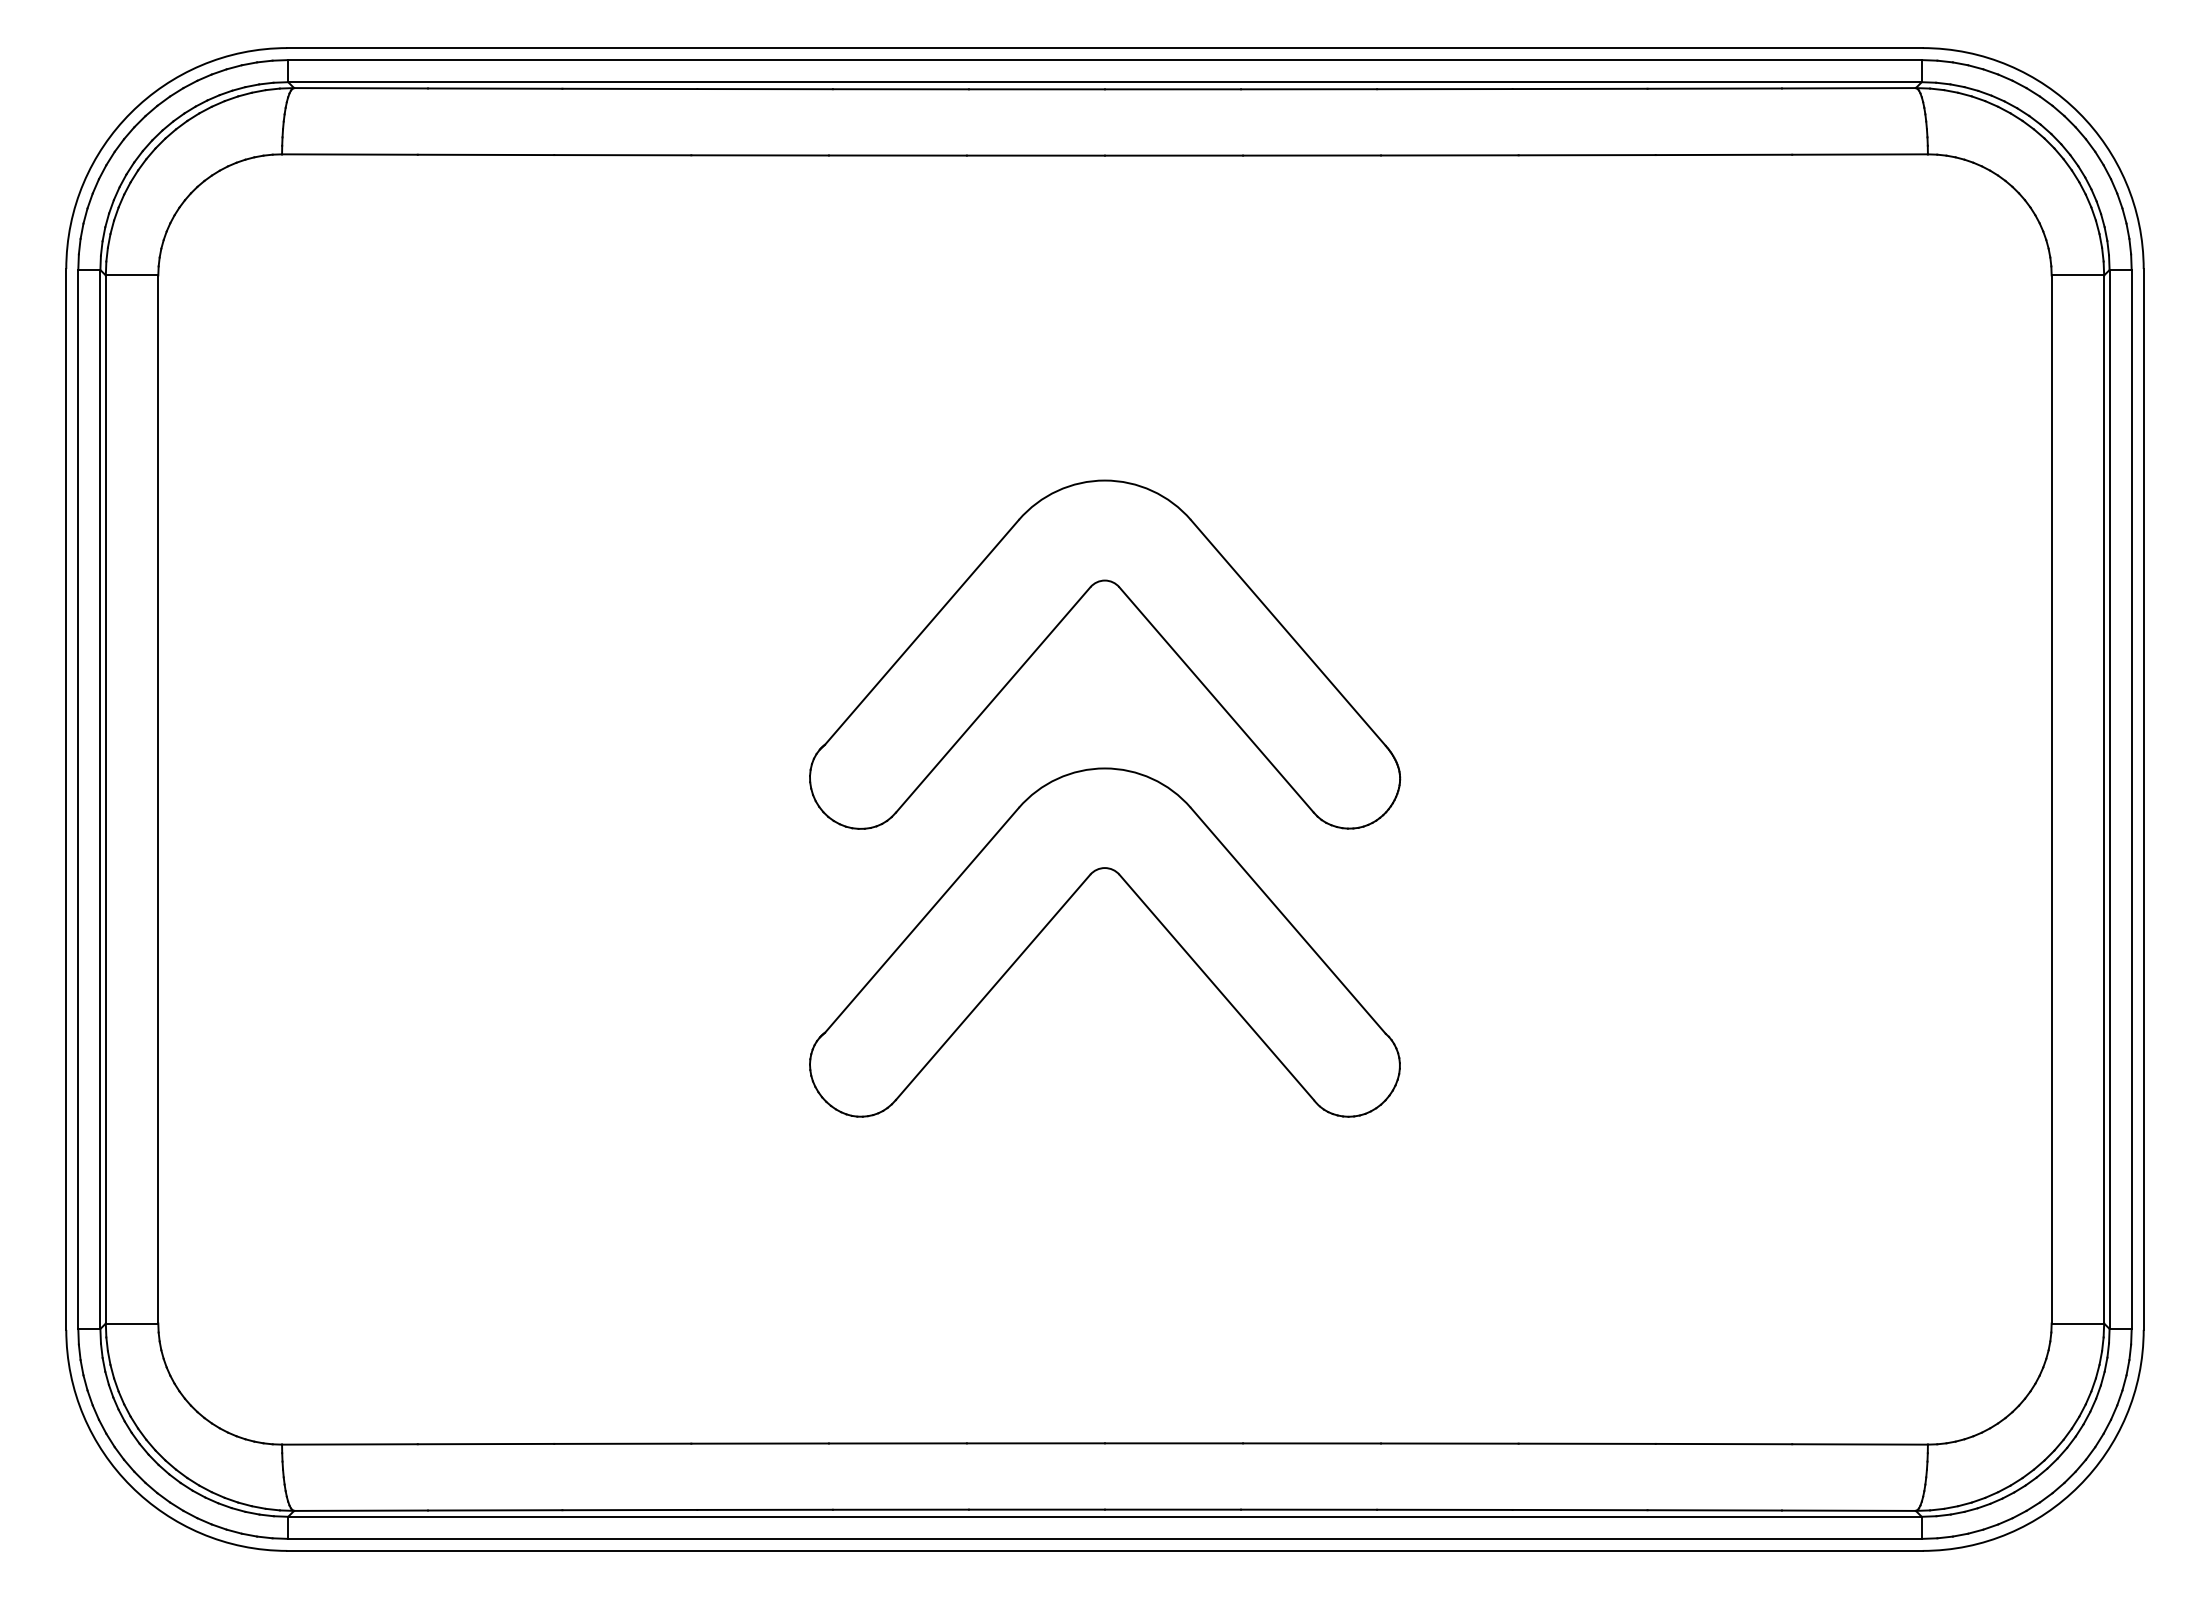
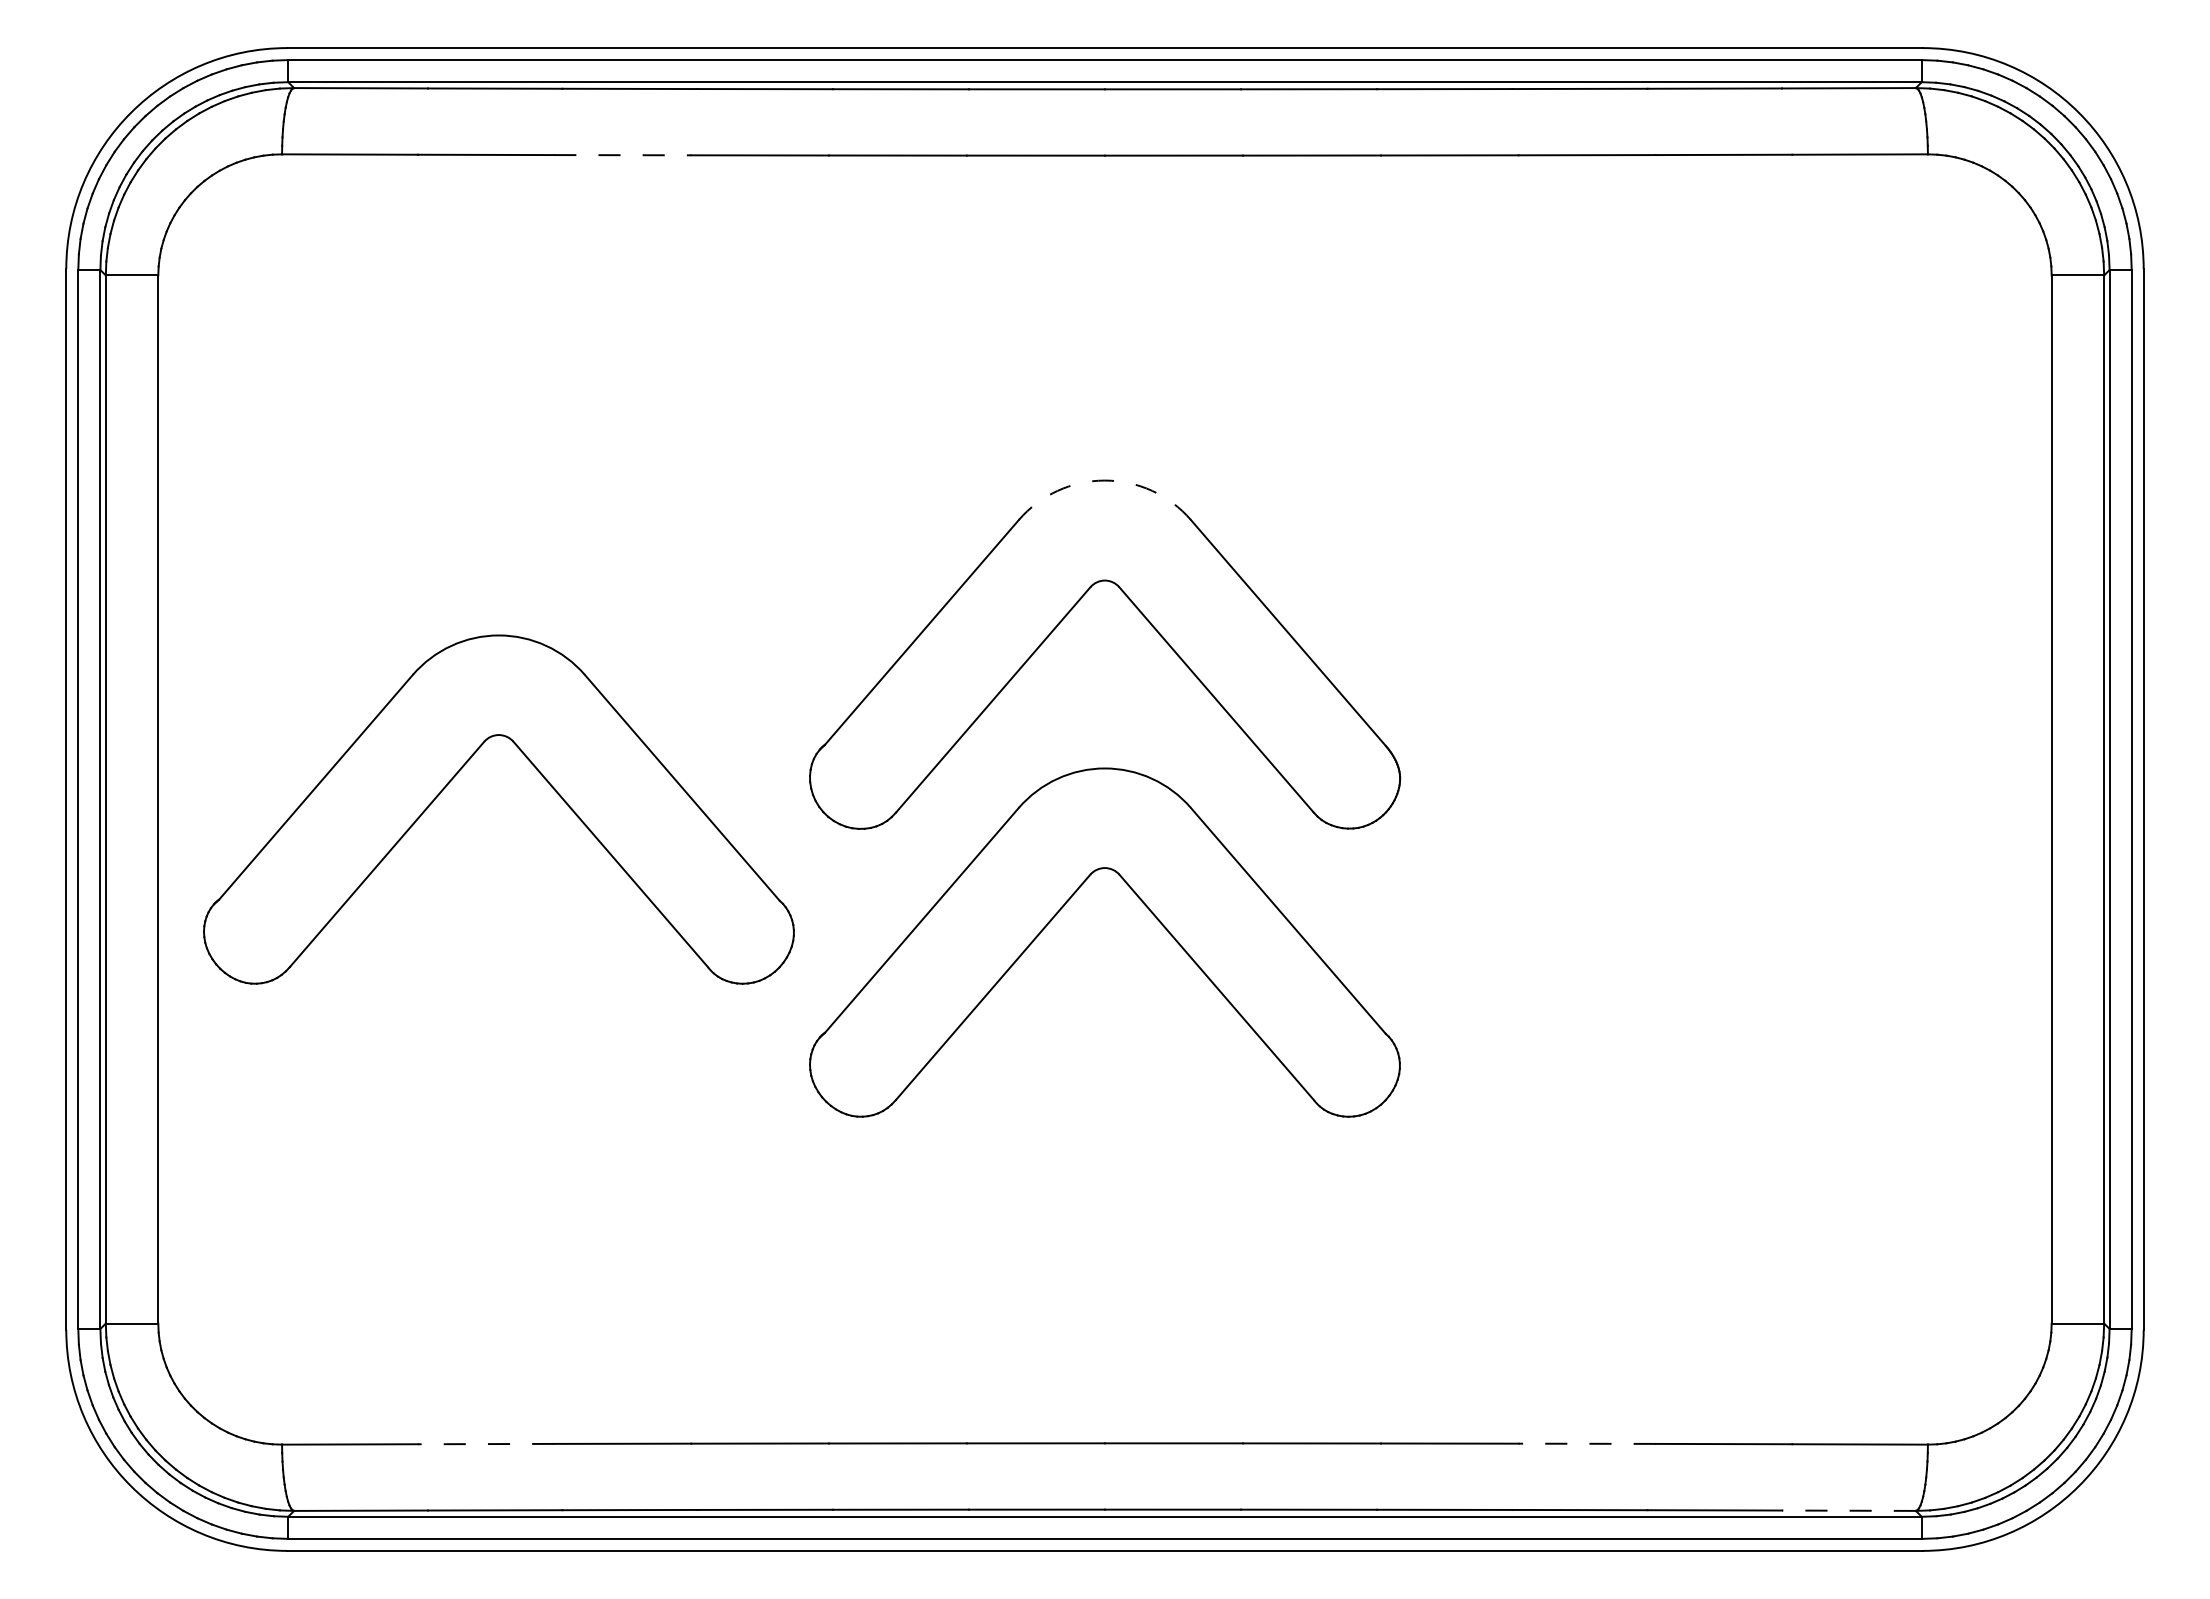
line at (622, 155): solid -> dashed
arc at (1104, 480): solid -> dashed
part at (459, 772): none -> present
line at (1587, 1443): solid -> dashed
line at (485, 1444): solid -> dashed
line at (1848, 1510): solid -> dashed
